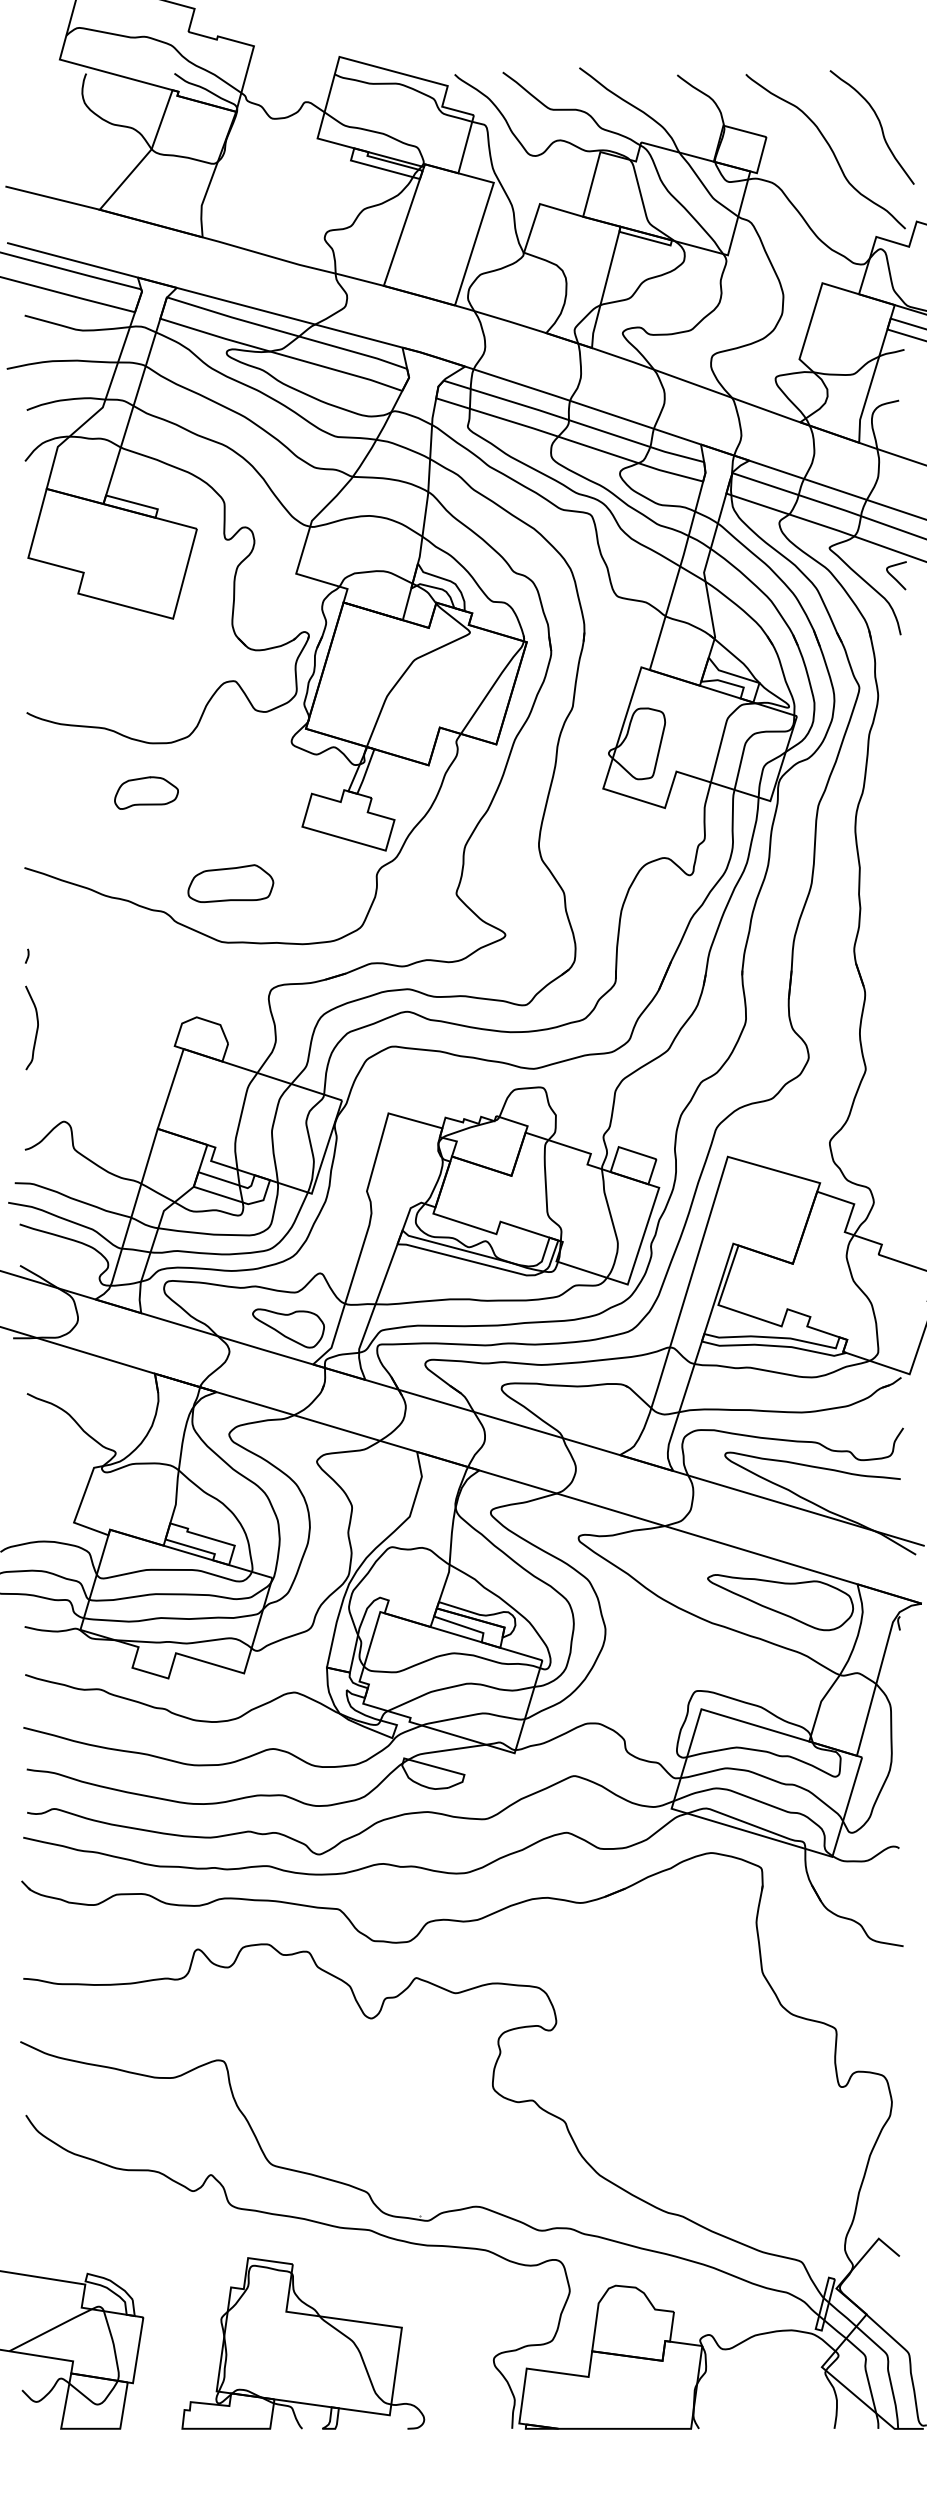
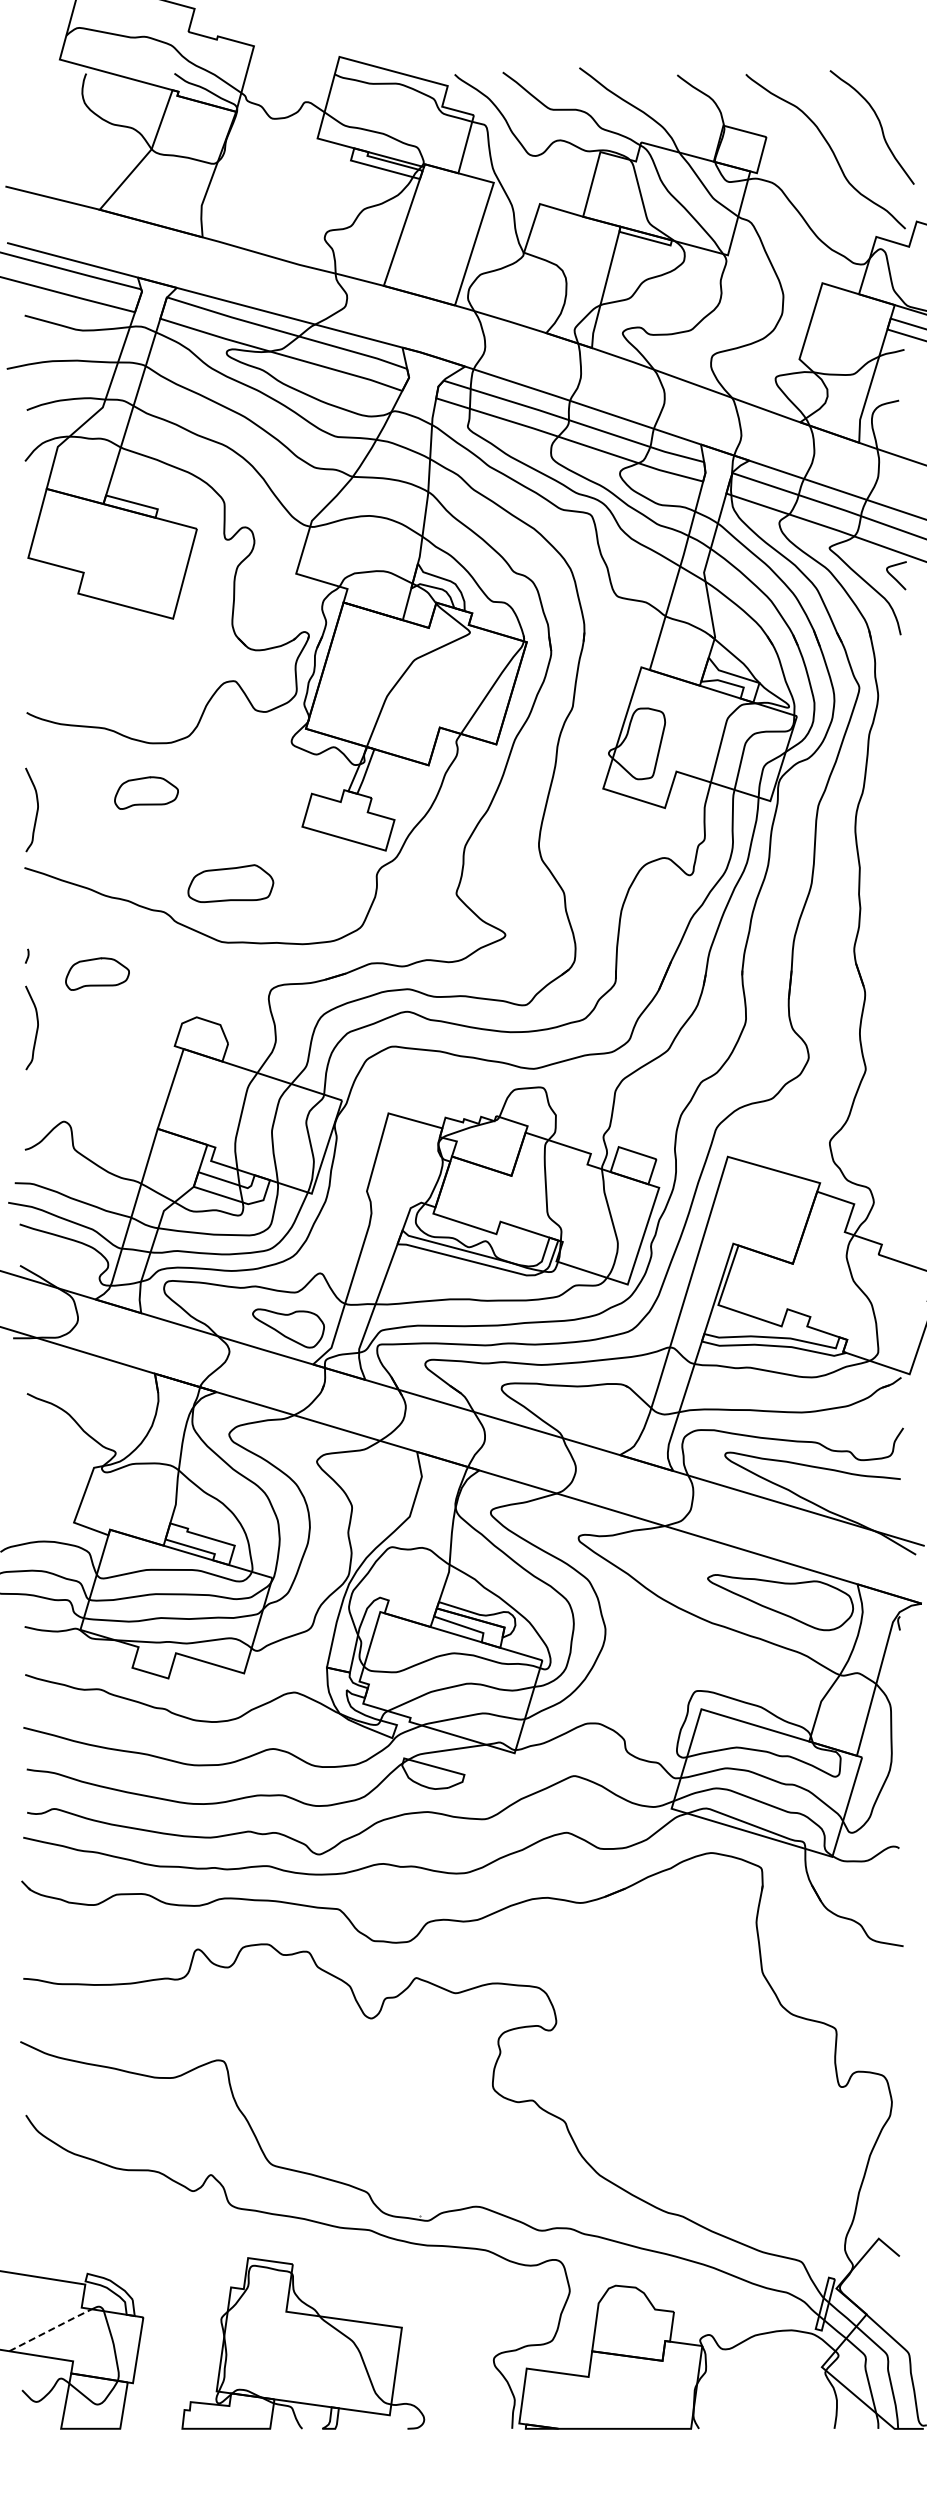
curve at (36, 809): none -> present
part at (97, 973): none -> present
line at (51, 2329): solid -> dashed
